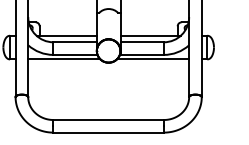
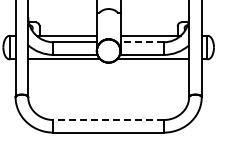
line at (142, 42): solid -> dashed
line at (108, 119): solid -> dashed
